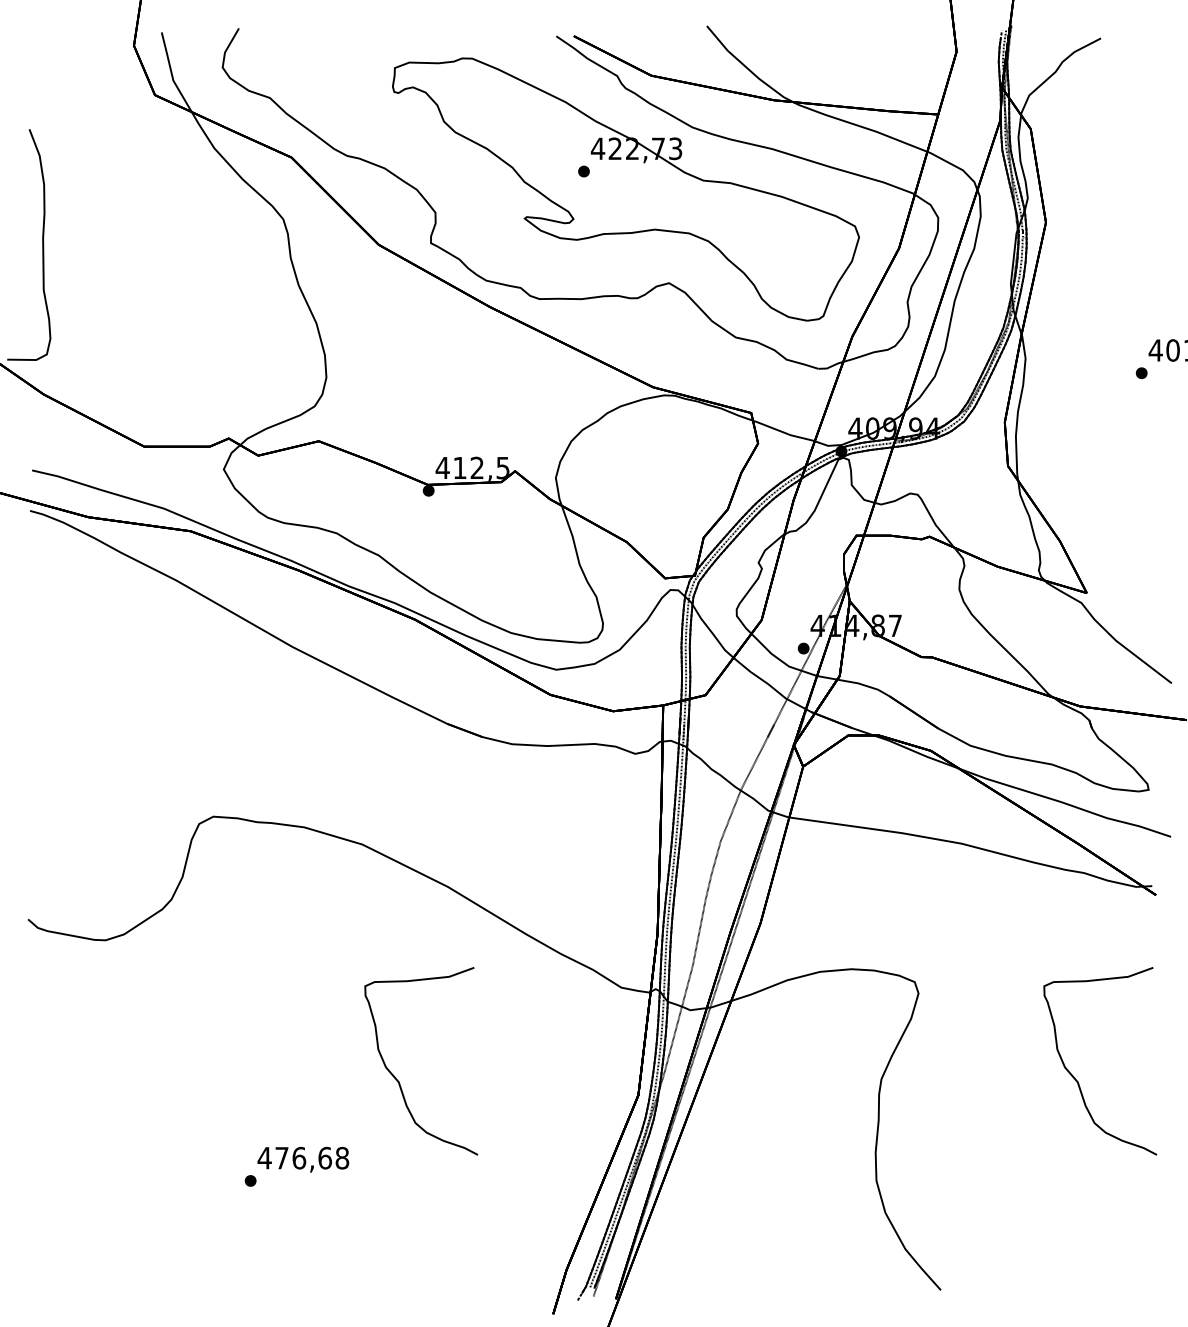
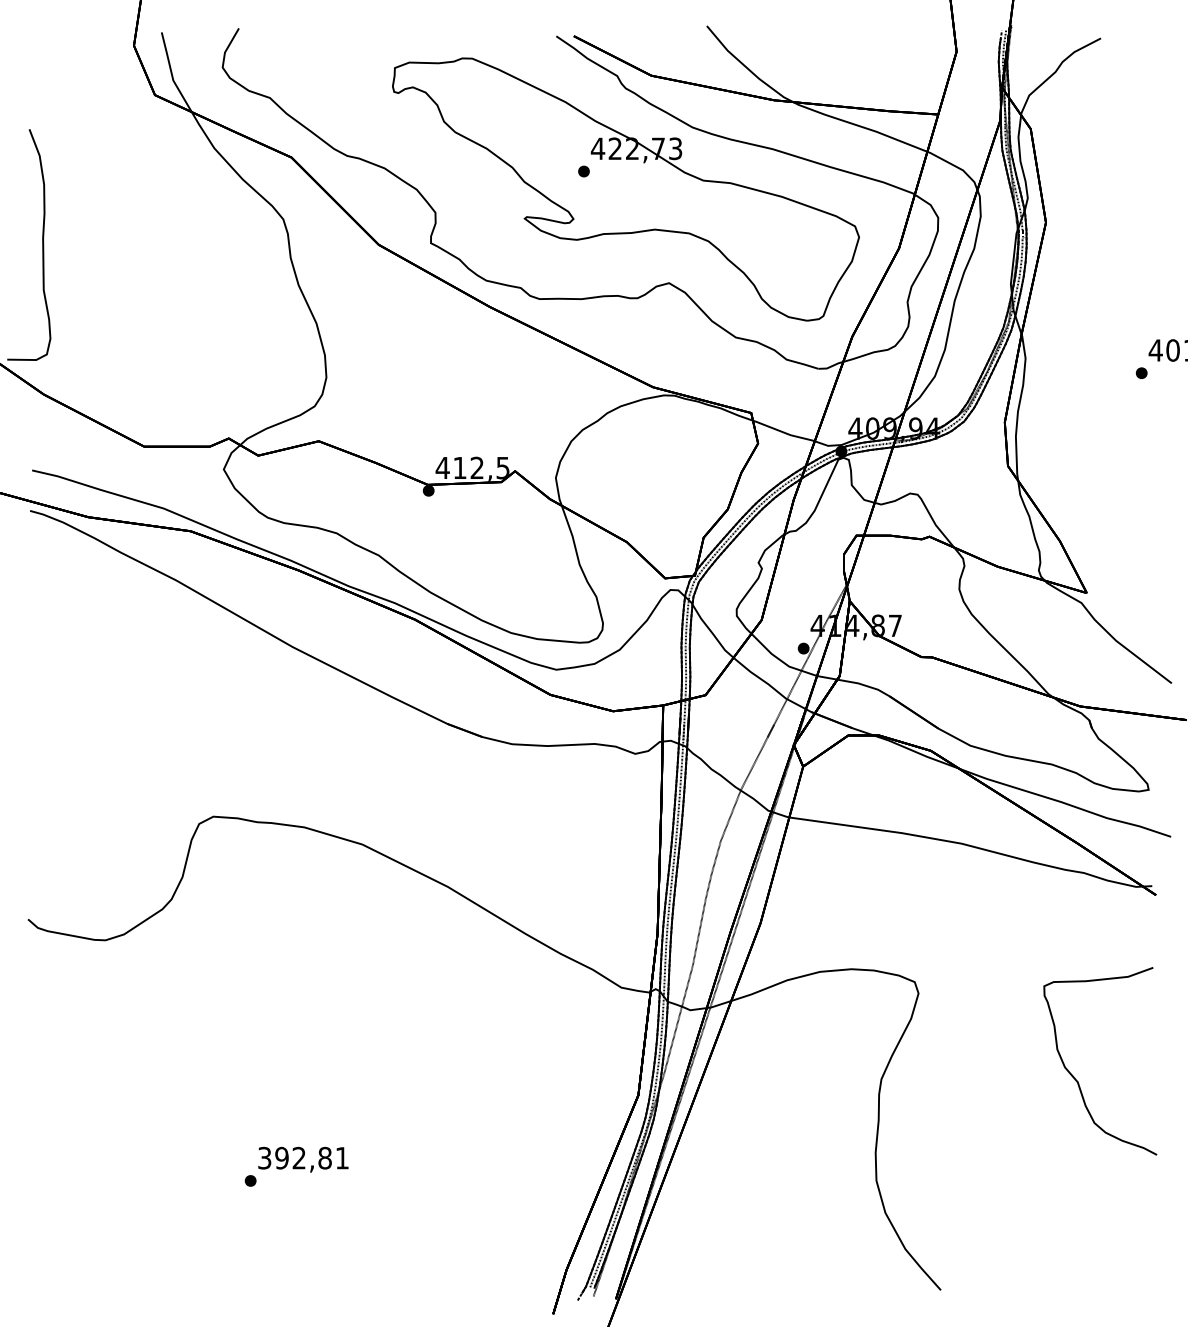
curve at (399, 1081): present -> none
text at (303, 1157): 476,68 -> 392,81
